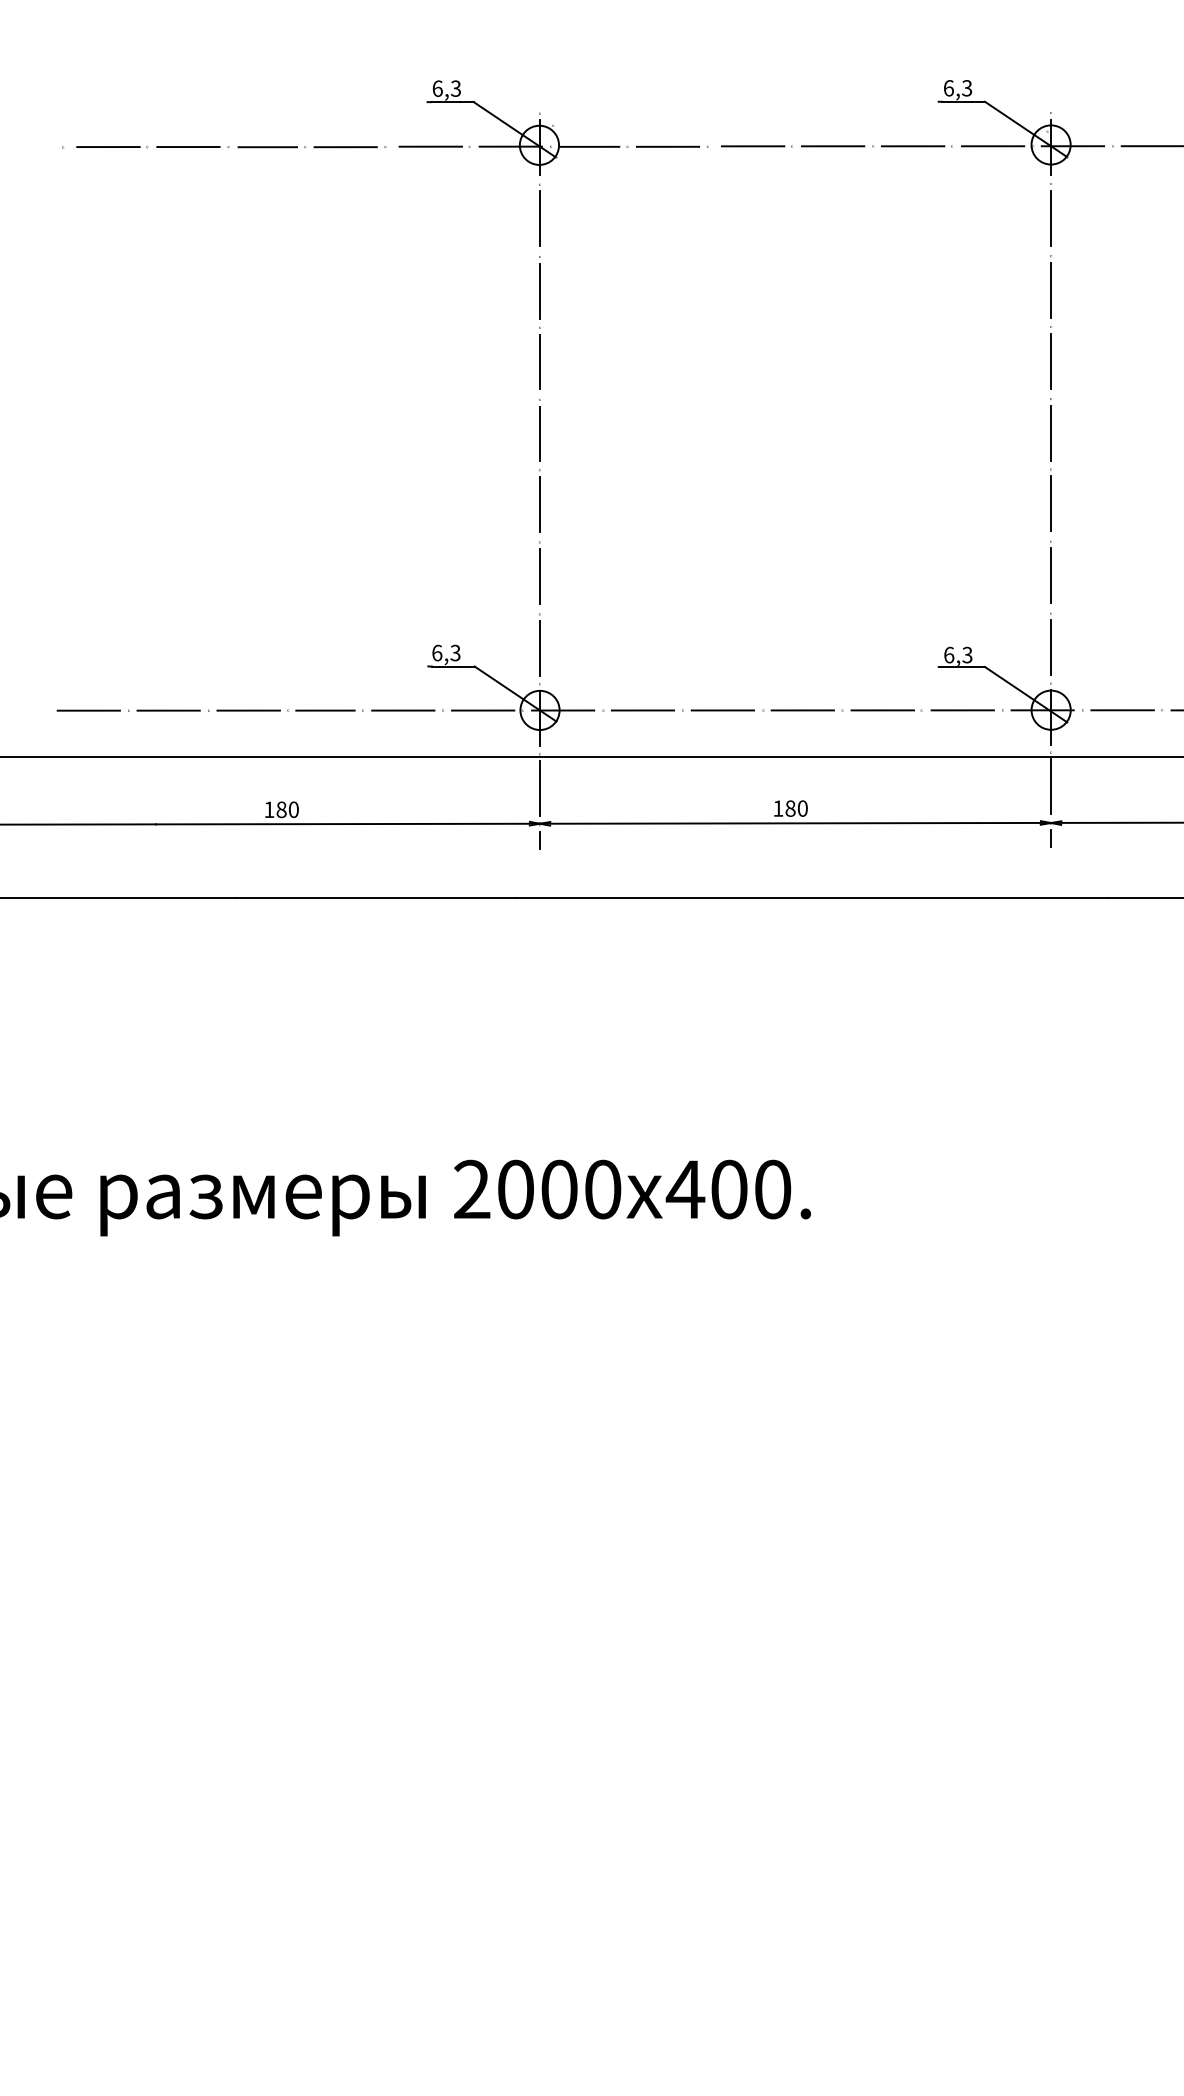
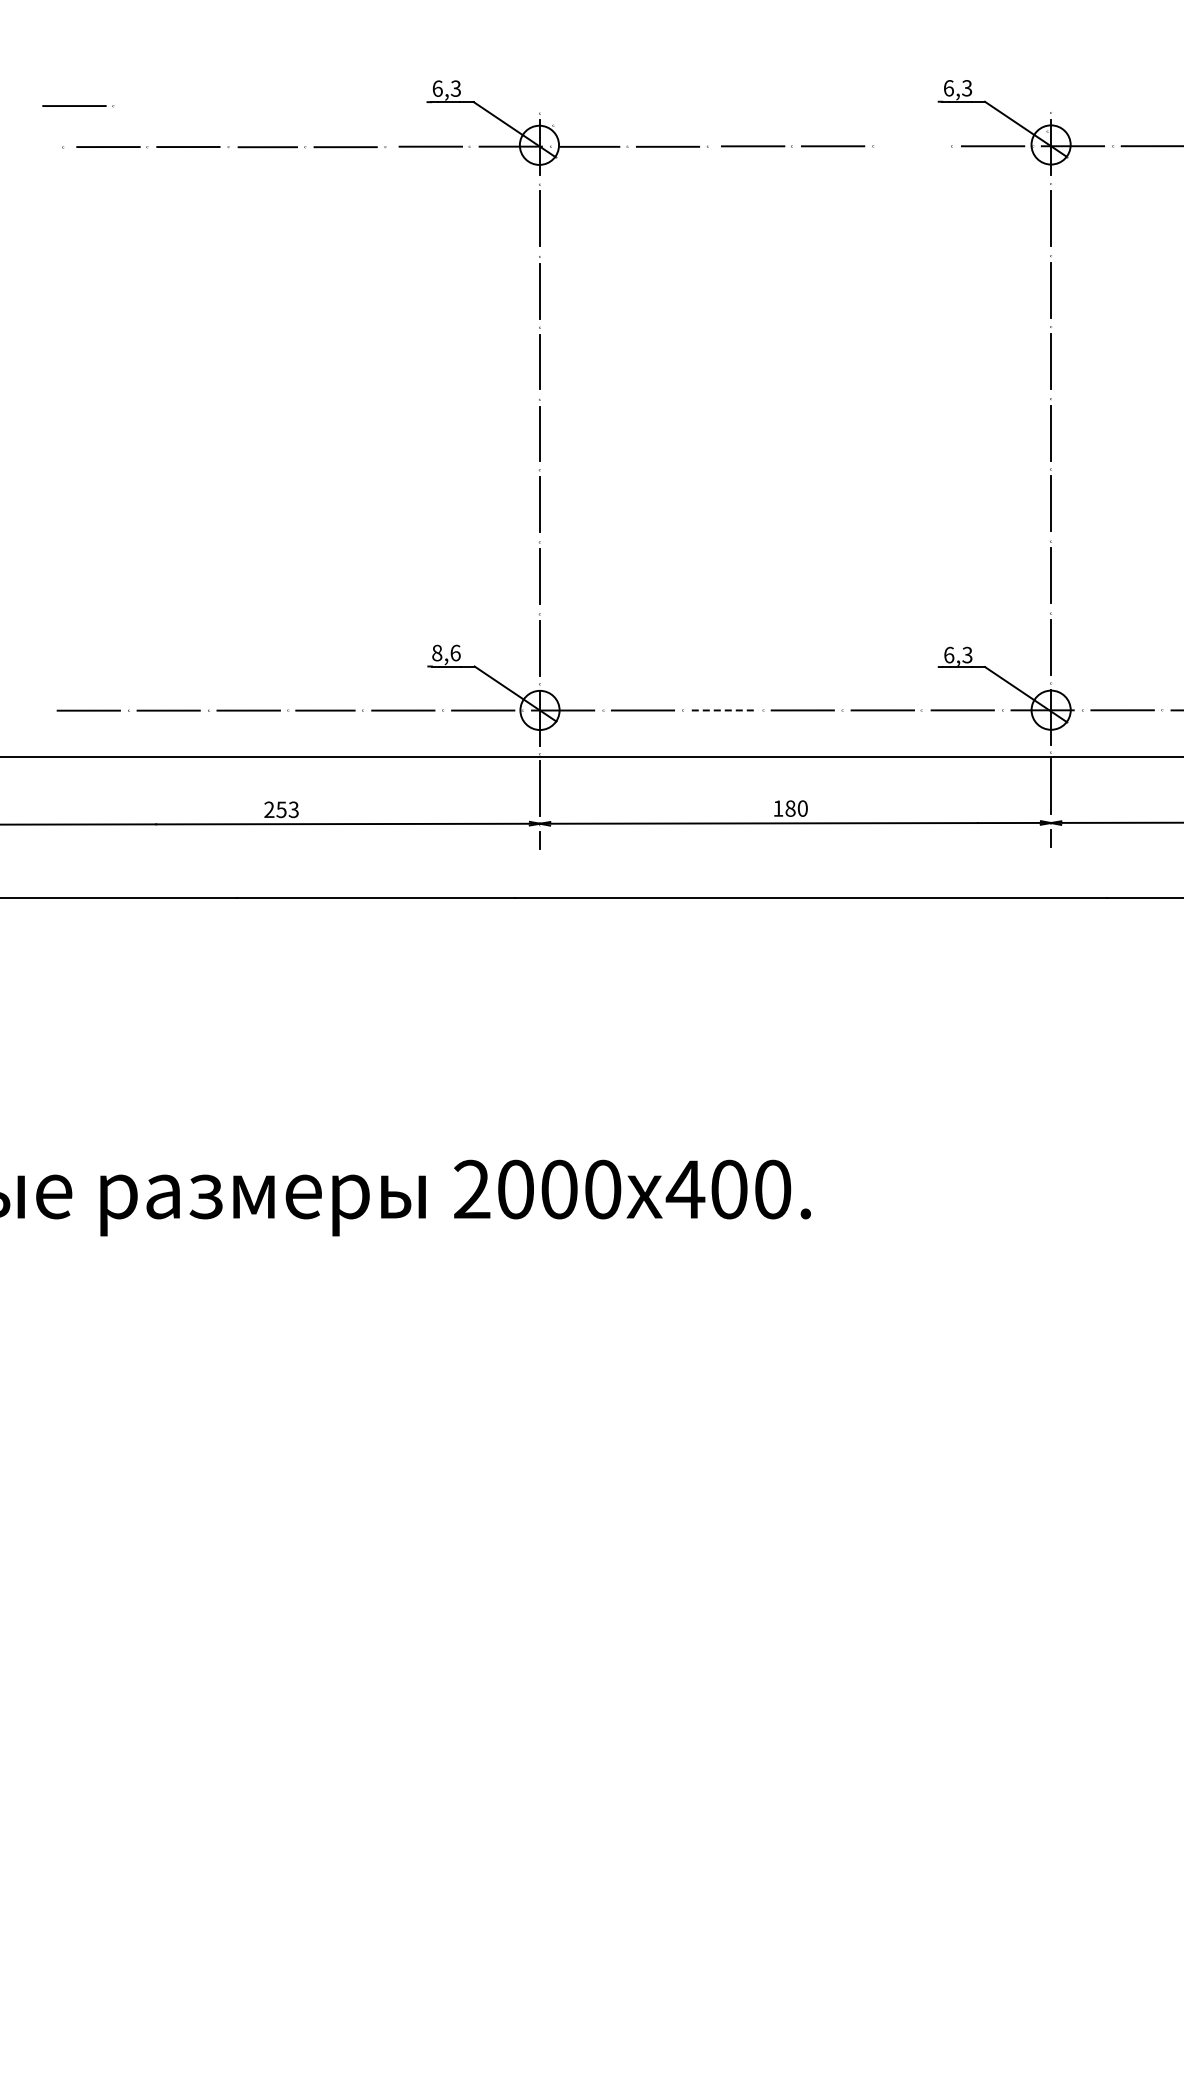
line at (78, 106): none -> present
line at (912, 146): present -> none
text at (446, 652): 6,3 -> 8,6
line at (723, 710): solid -> dashed
text at (281, 809): 180 -> 253
